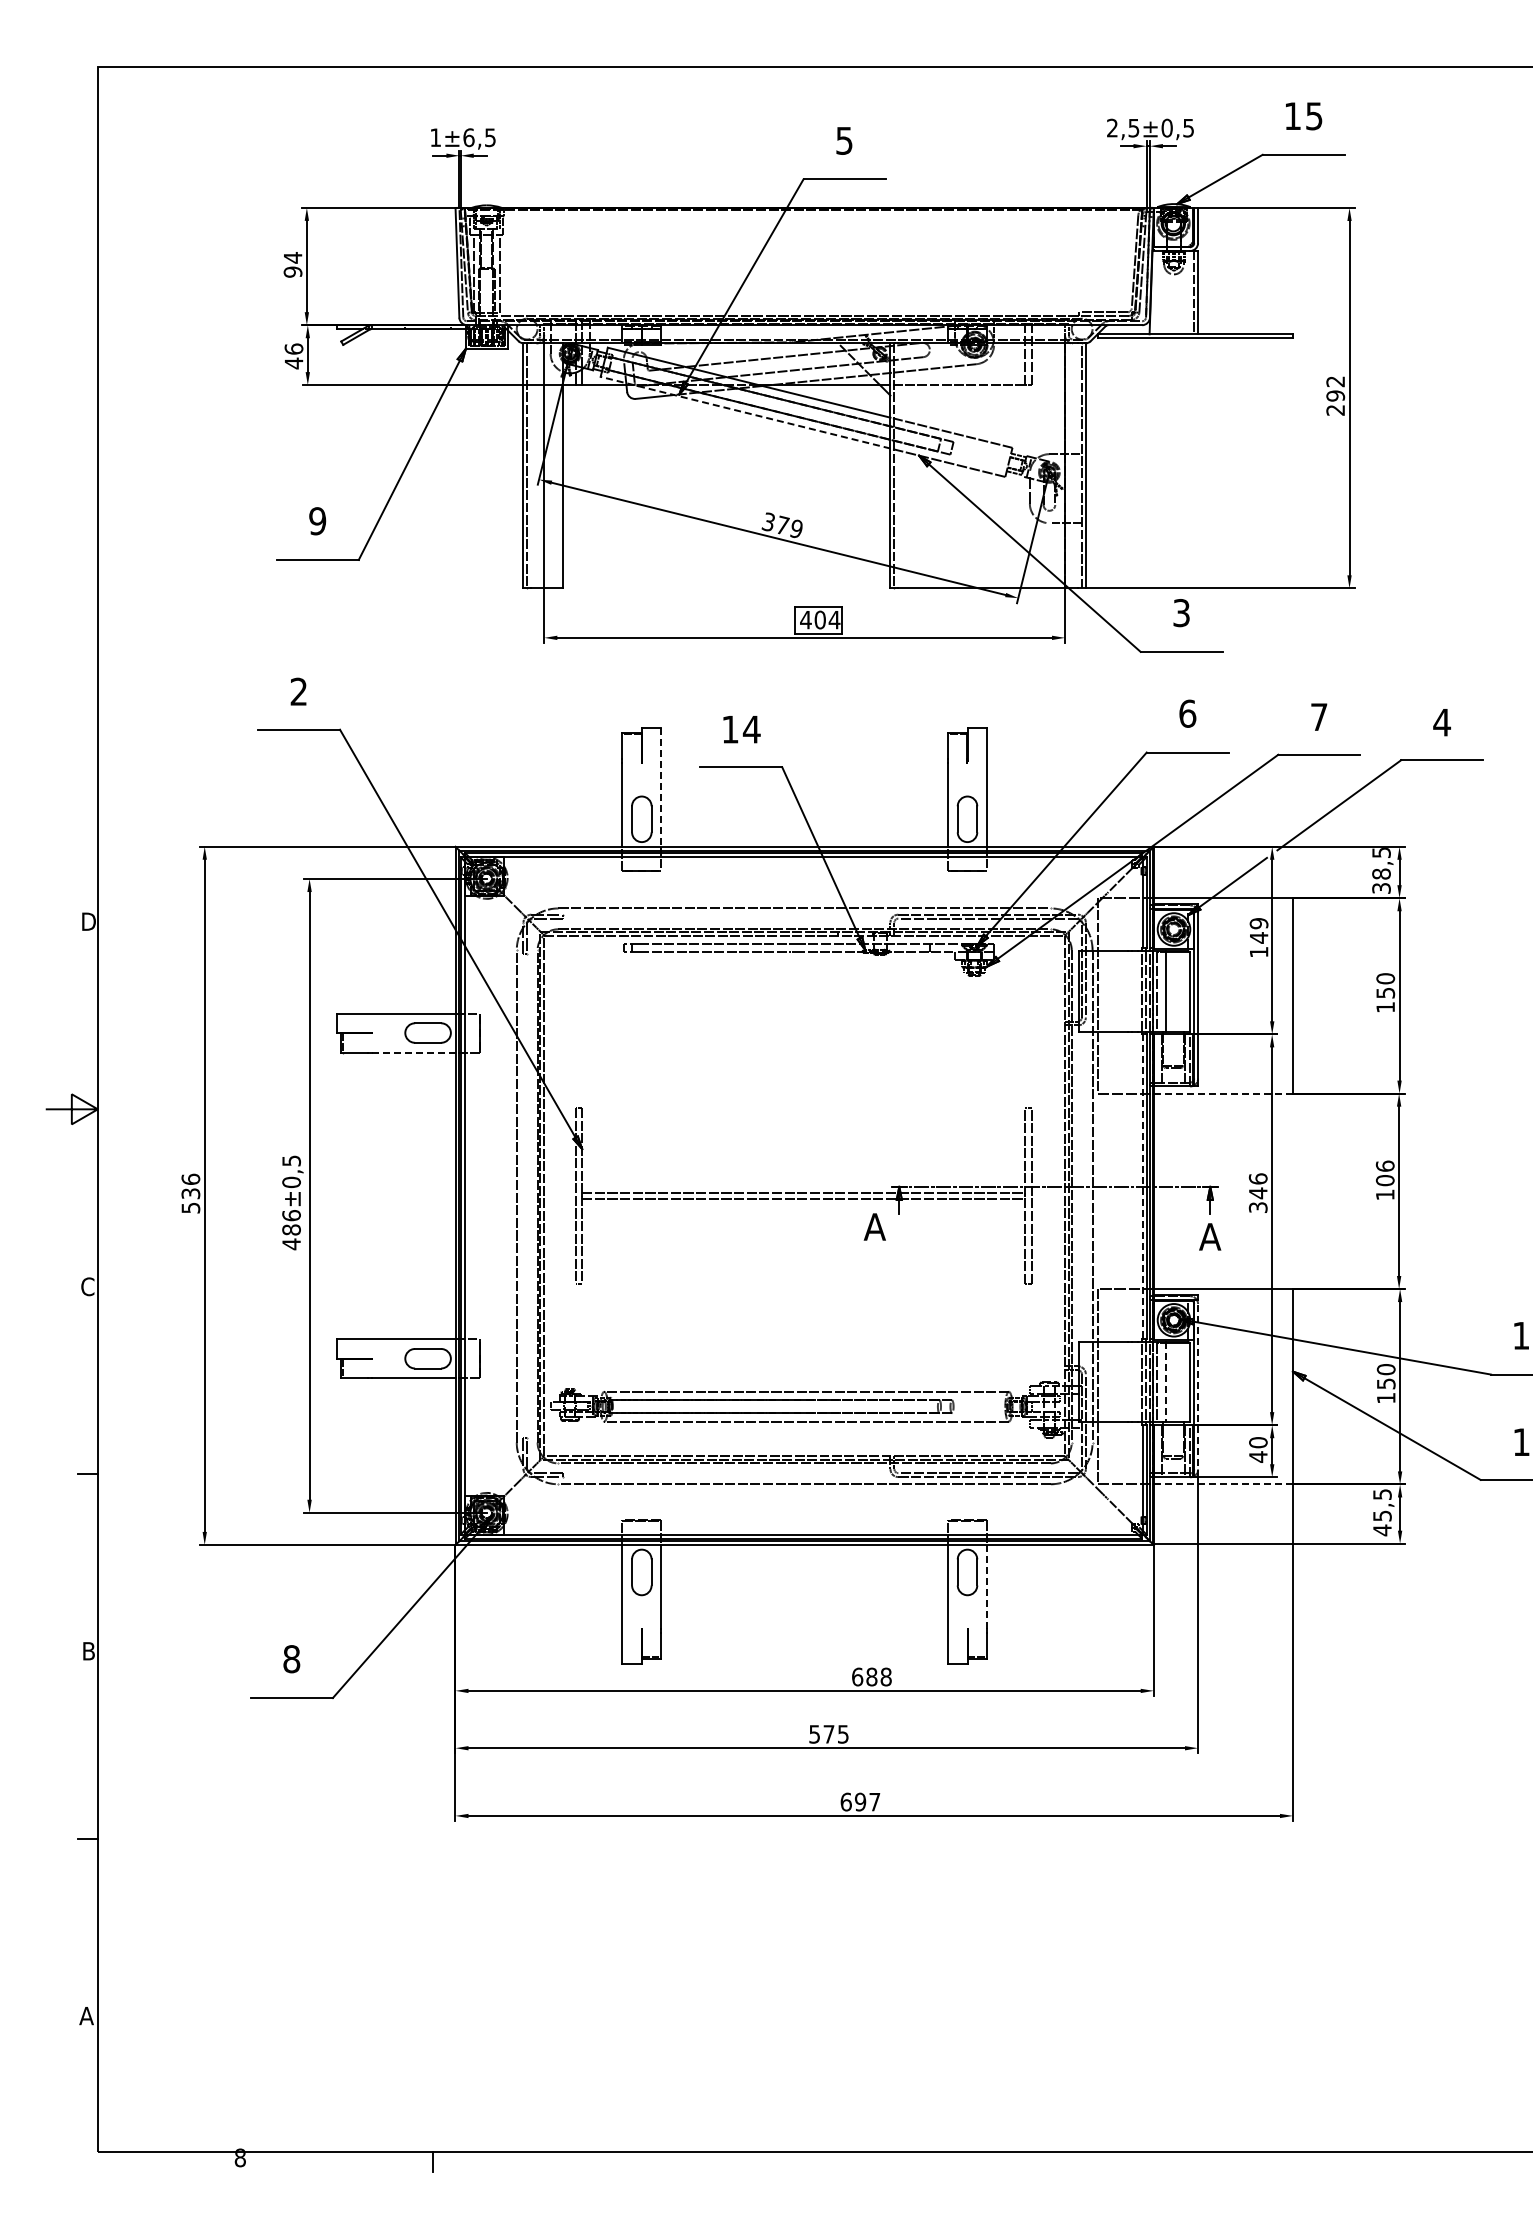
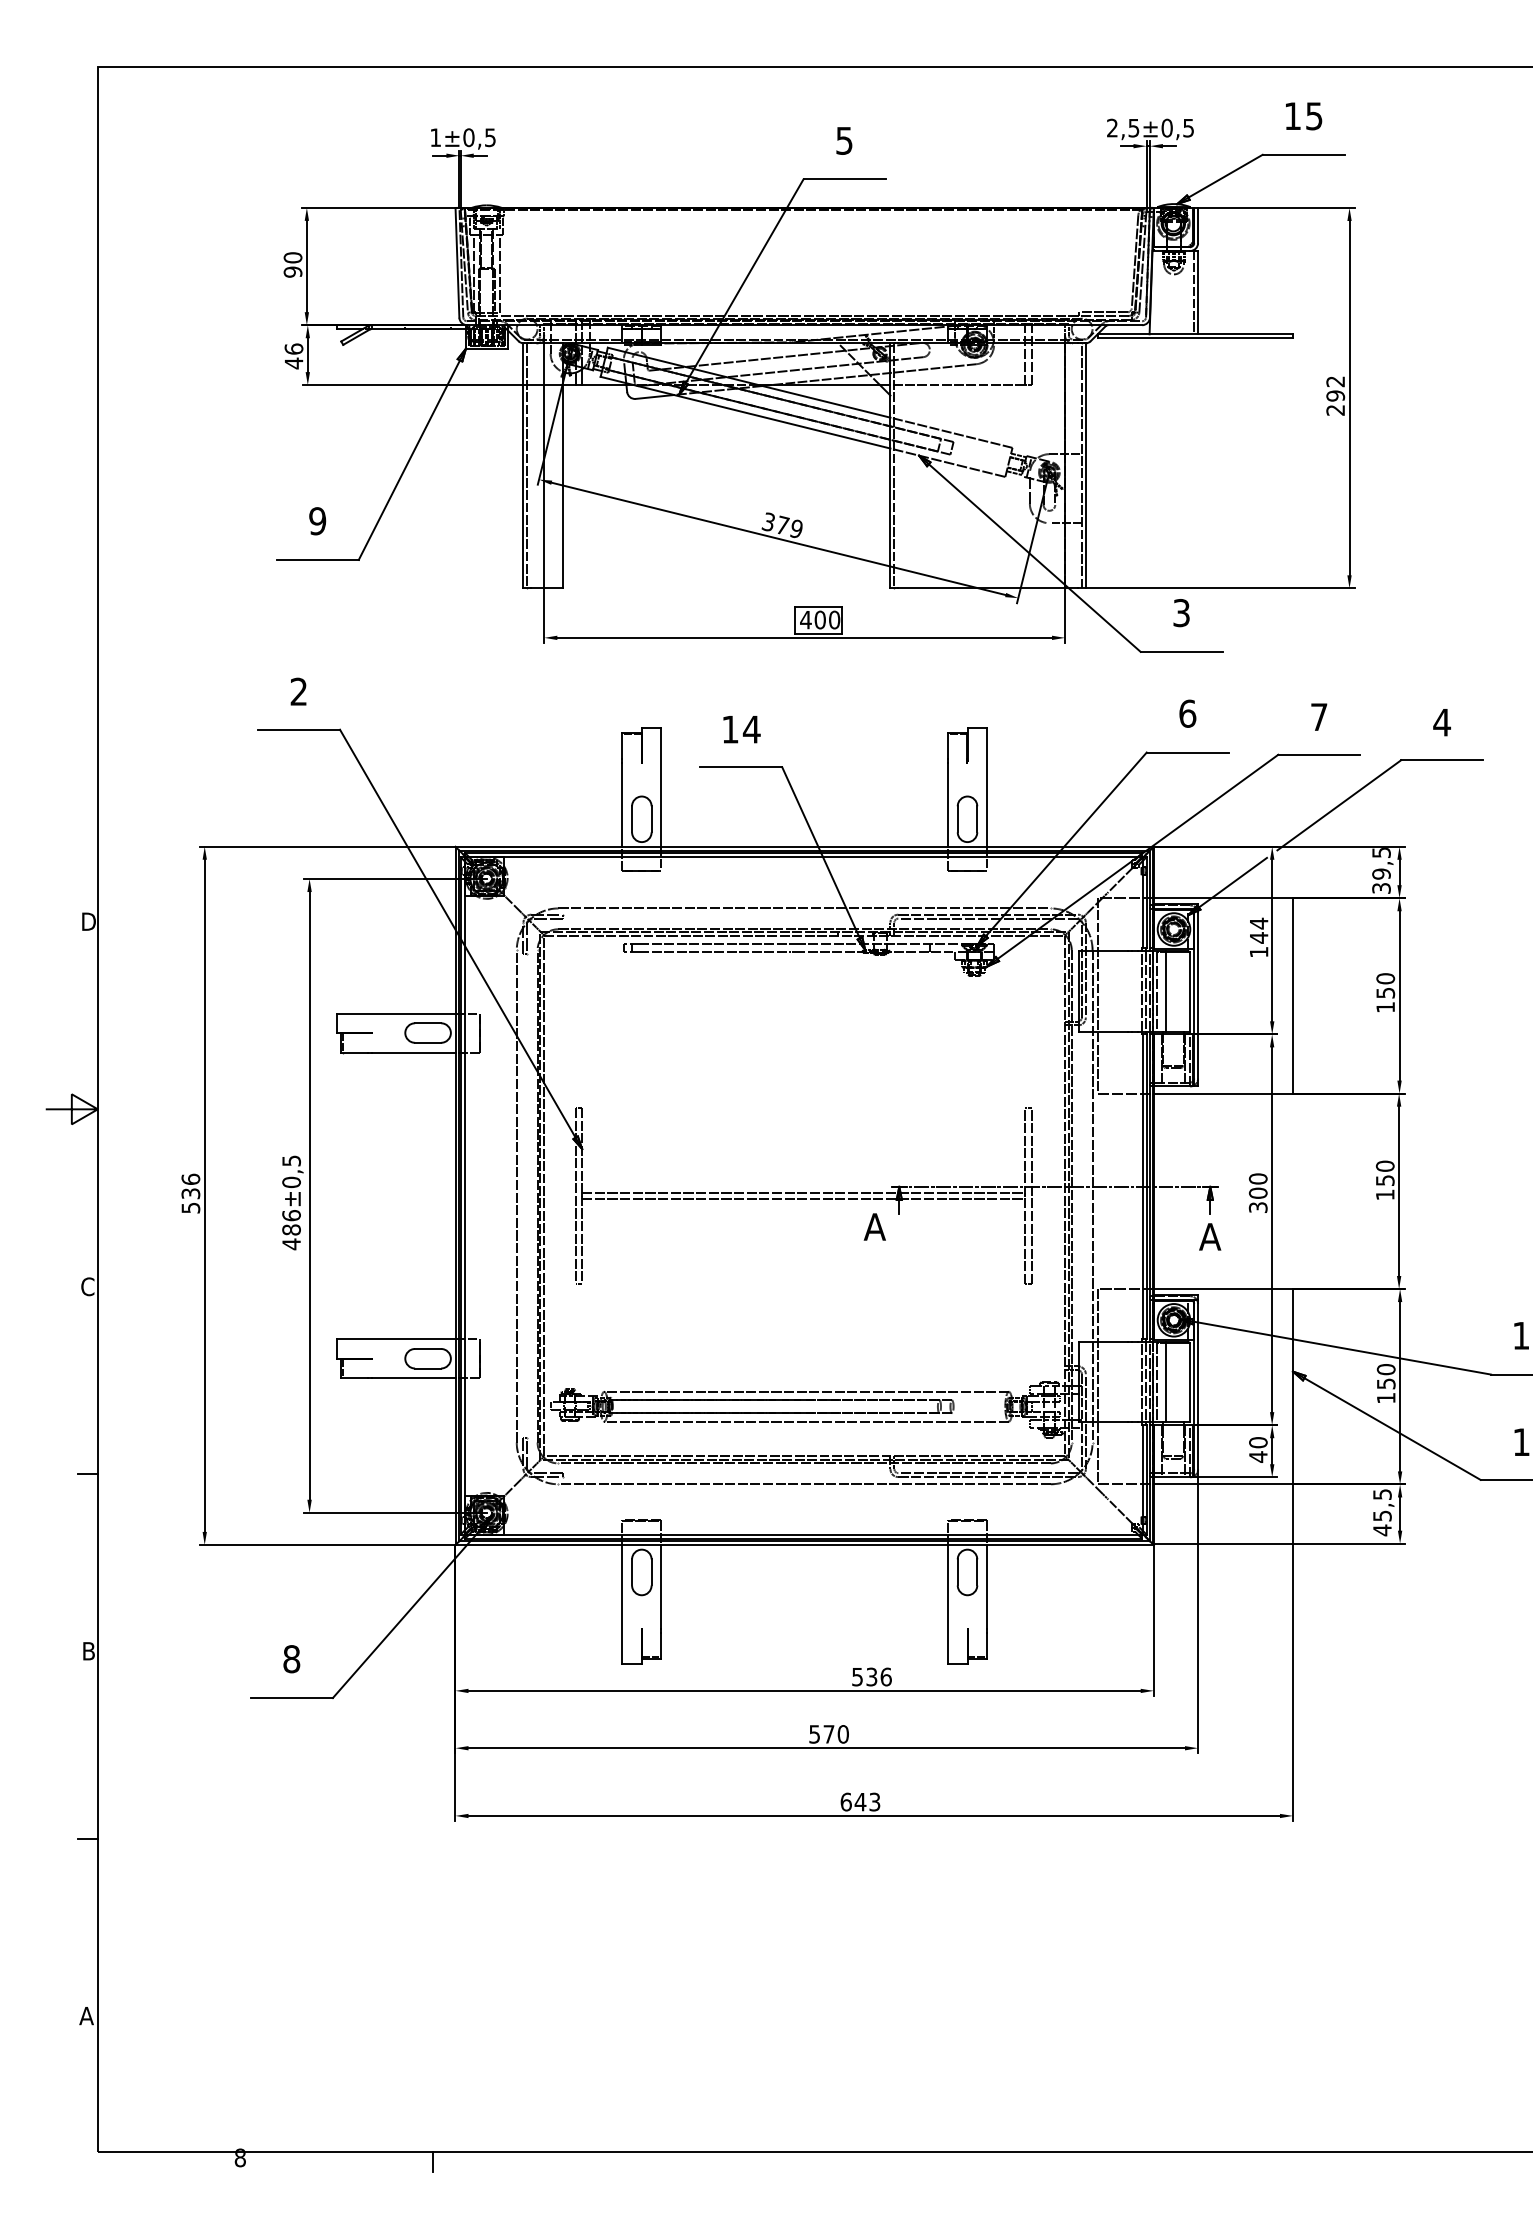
text at (468, 137): ±6,5 -> ±0,5
text at (292, 257): 94 -> 90
line at (745, 412): dashed -> solid
text at (834, 619): 404 -> 400
line at (661, 787): dashed -> solid
text at (1381, 873): 38,5 -> 39,5
text at (1258, 923): 149 -> 144
line at (413, 1052): dashed -> solid
line at (1223, 1093): dashed -> solid
text at (1384, 1173): 106 -> 150
text at (1257, 1186): 346 -> 300
line at (1142, 1187): dashed -> solid
line at (1165, 1382): dashed -> solid
line at (1198, 1388): dashed -> solid
line at (1223, 1484): dashed -> solid
line at (987, 1587): dashed -> solid
text at (871, 1676): 688 -> 536
text at (842, 1734): 575 -> 570
text at (867, 1801): 697 -> 643
